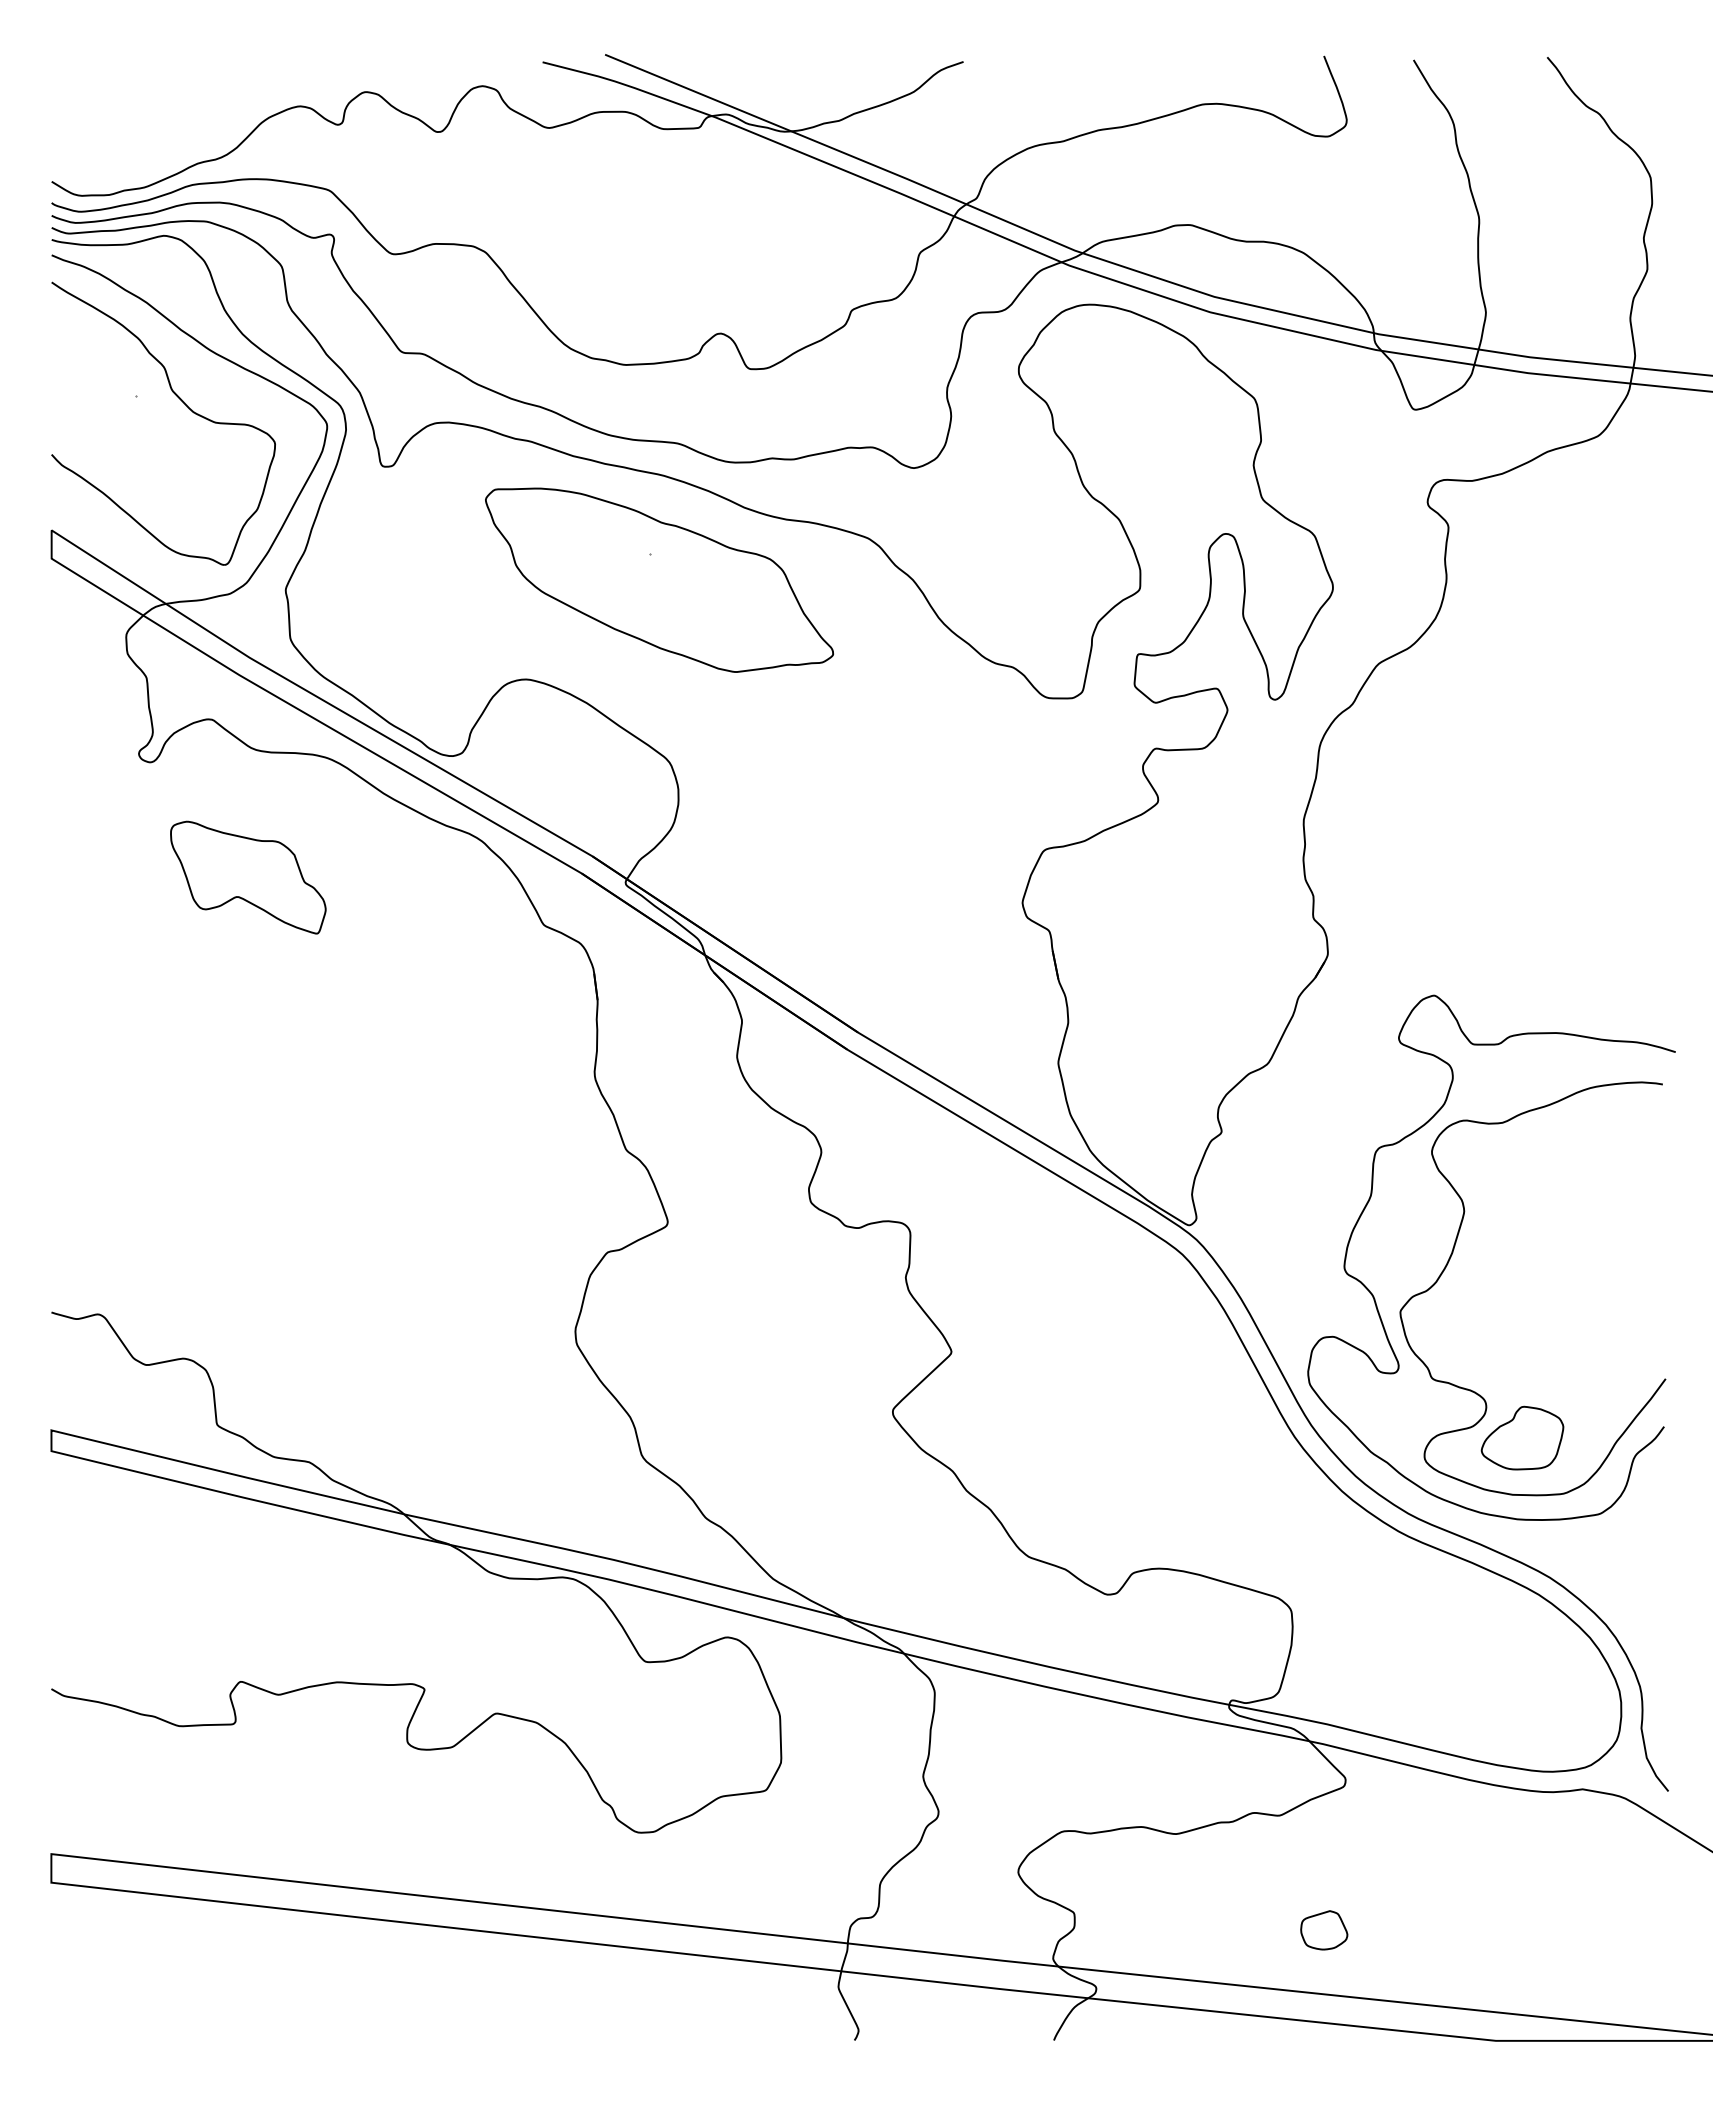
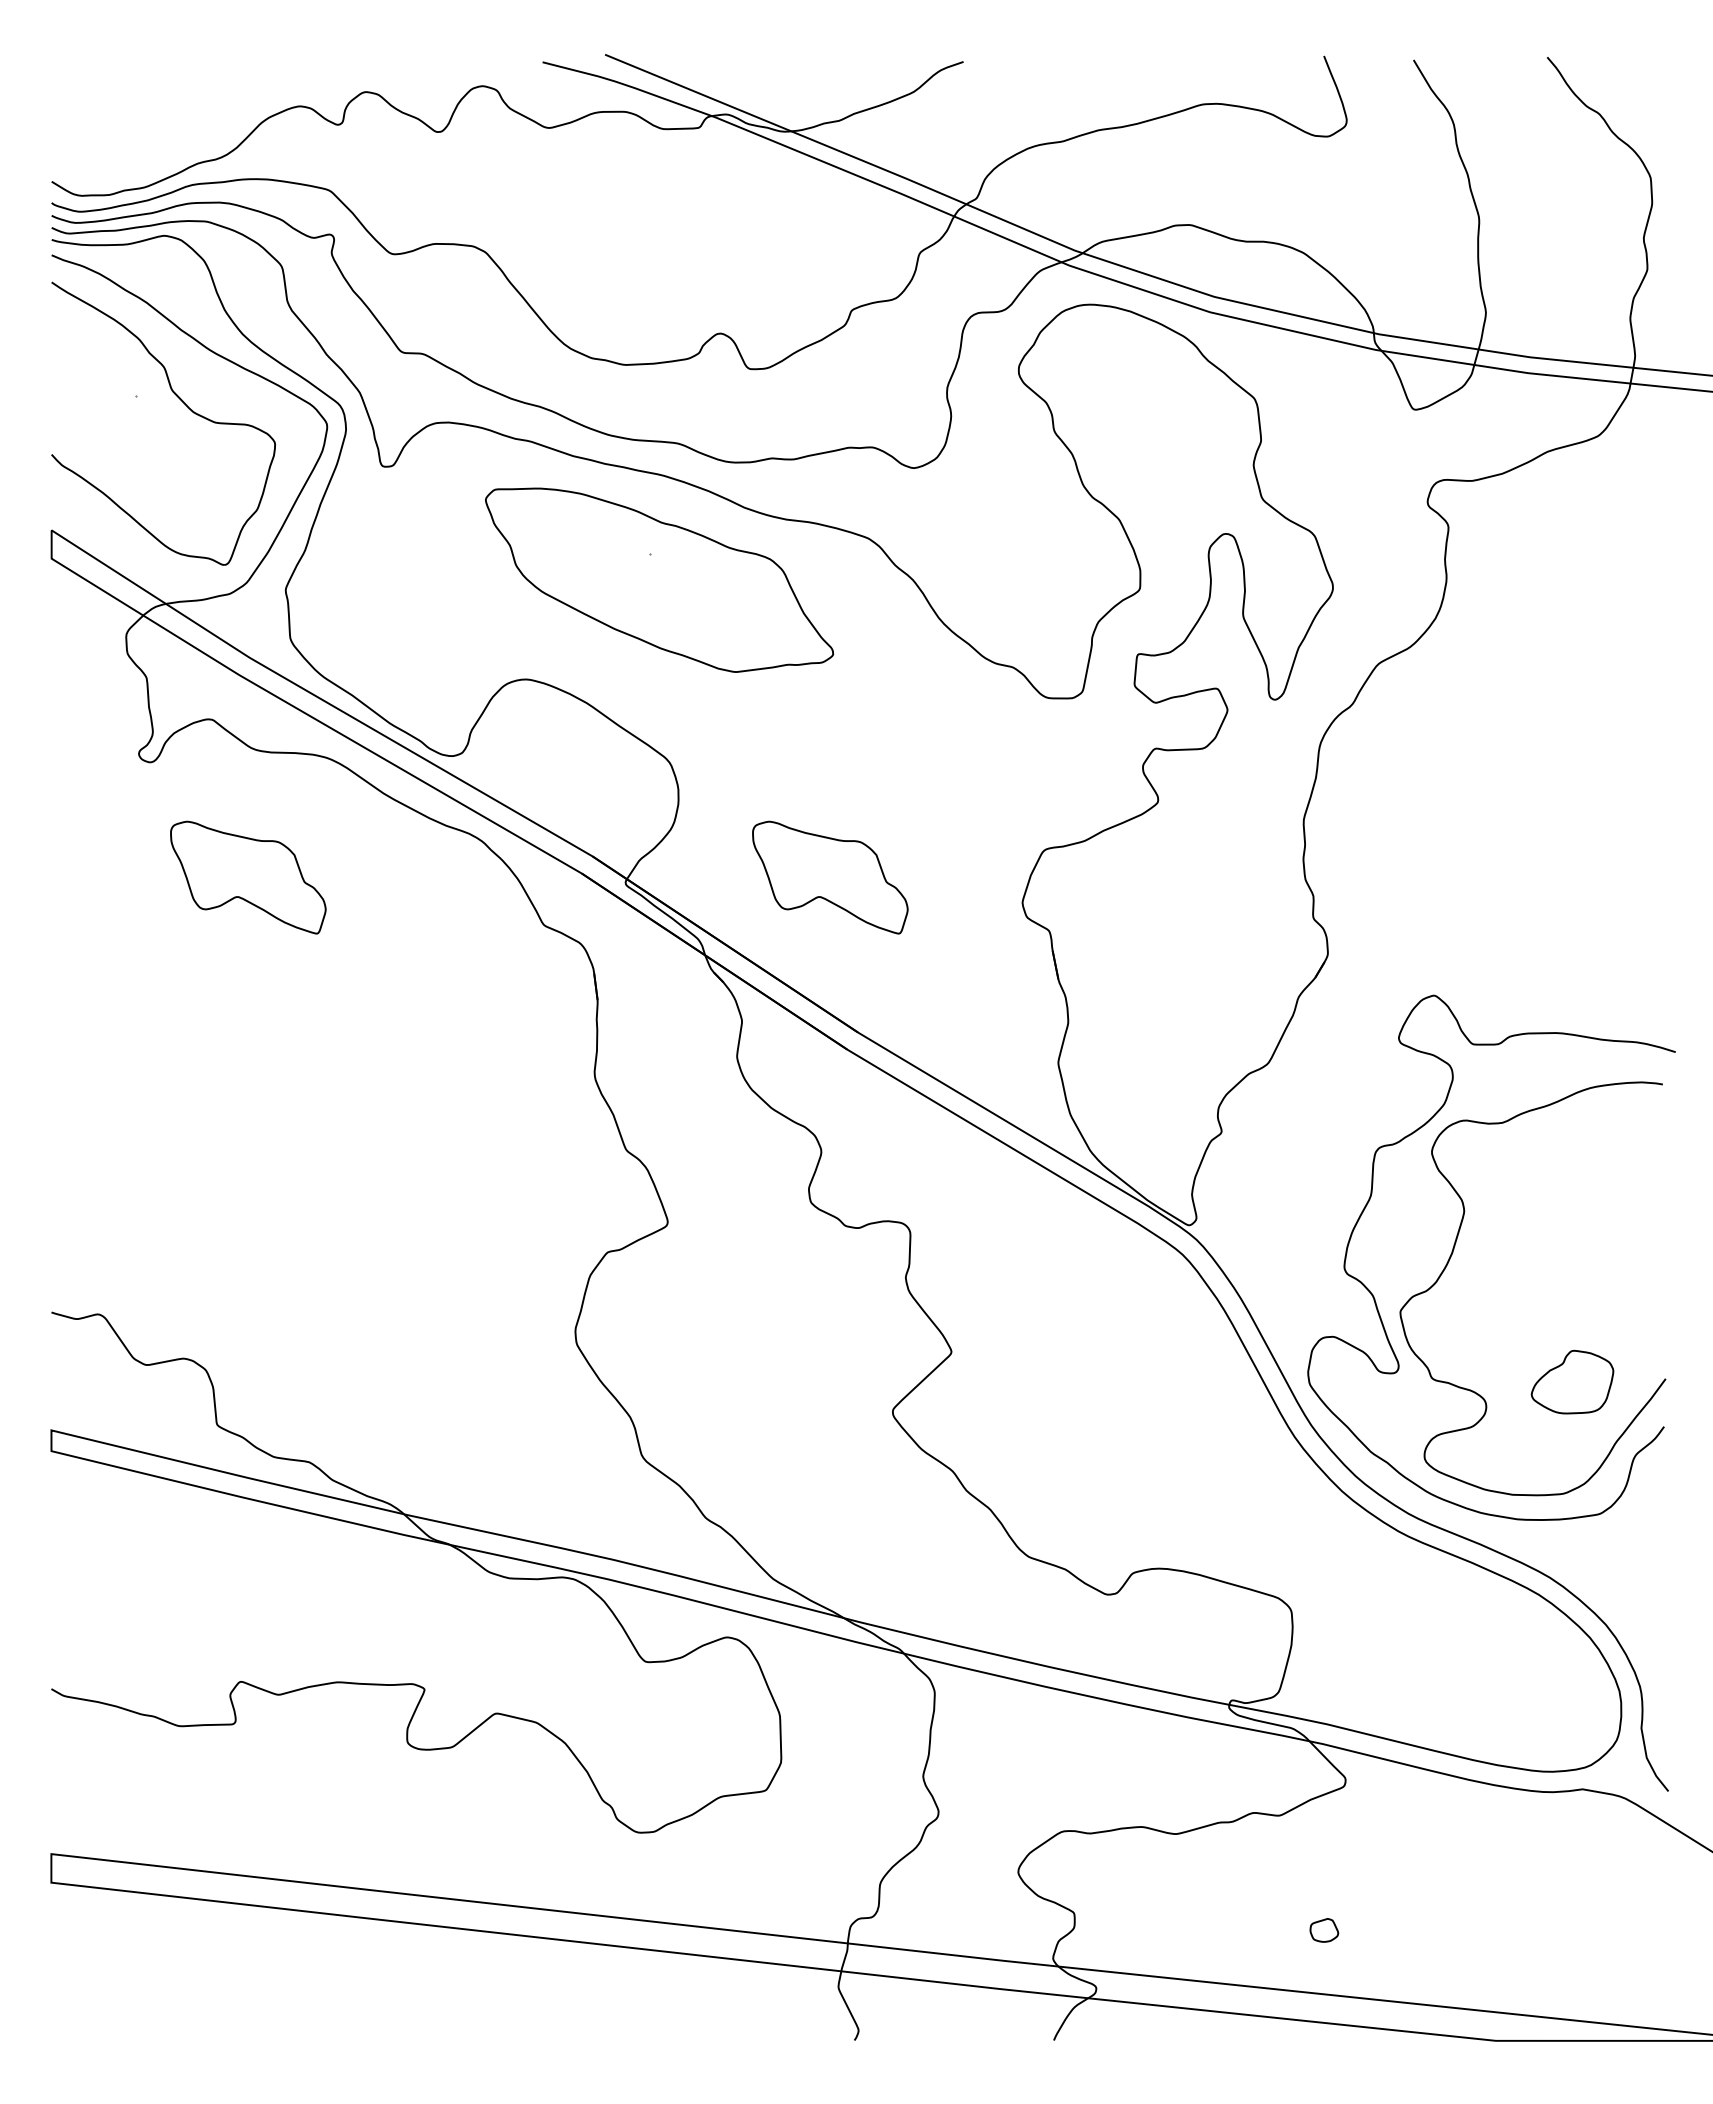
part at (830, 877): none -> present
part at (1522, 1437) position: (1522, 1437) -> (1572, 1381)
part at (1324, 1930) size: 49x41 px -> 31x25 px
